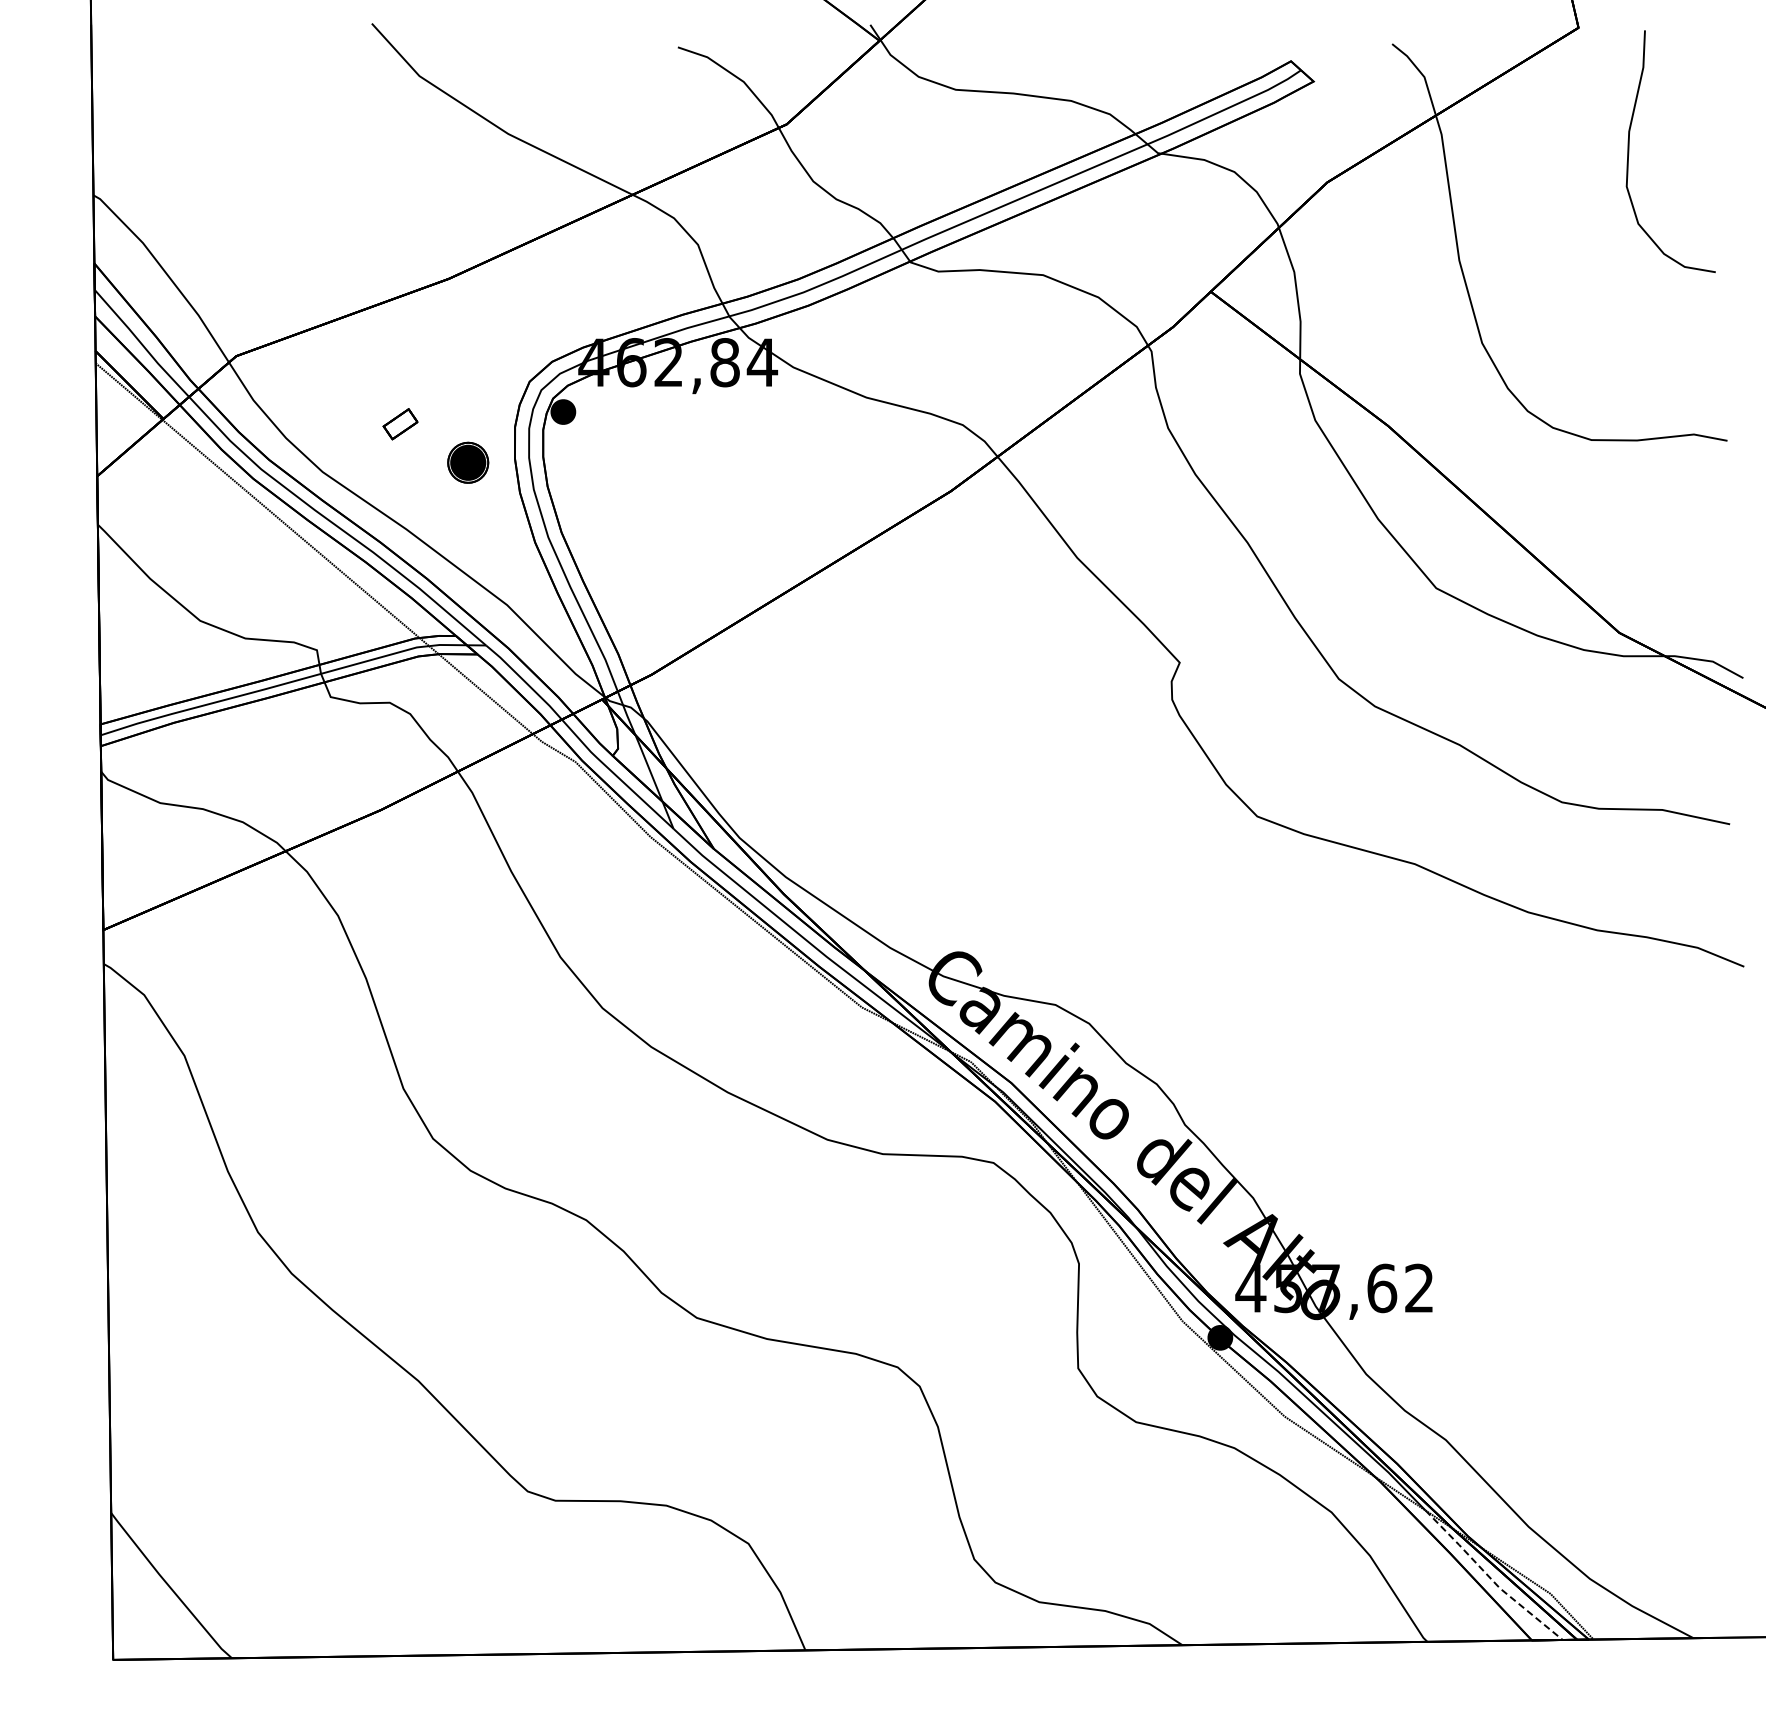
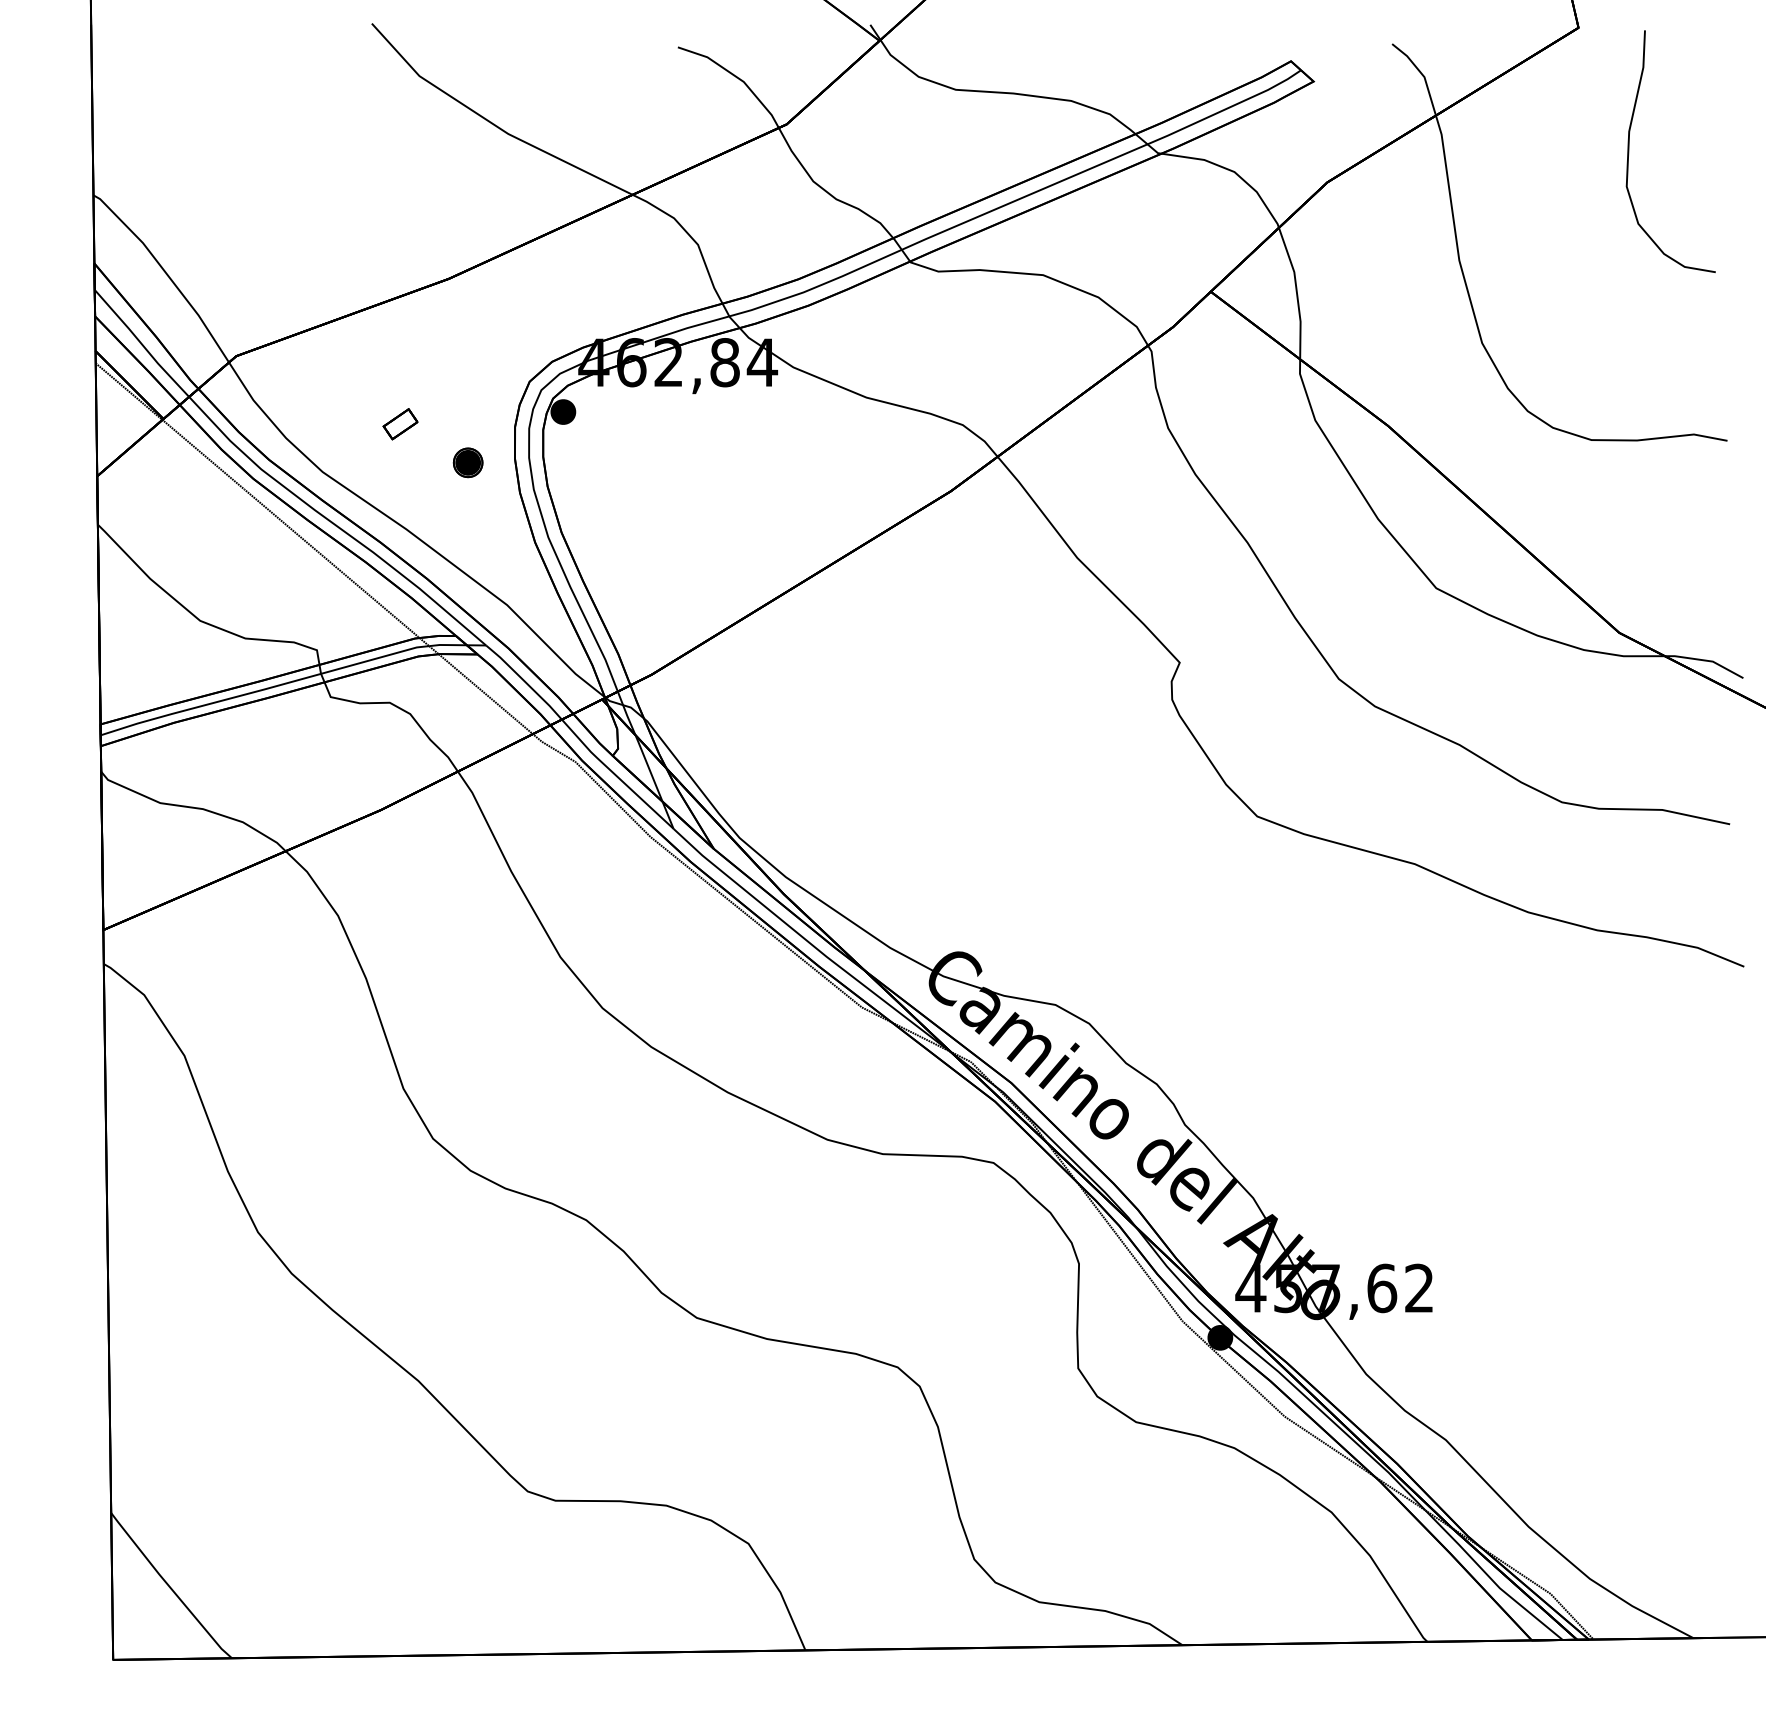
part at (468, 462) size: 43x43 px -> 32x32 px
line at (1491, 1578): dashed -> solid
